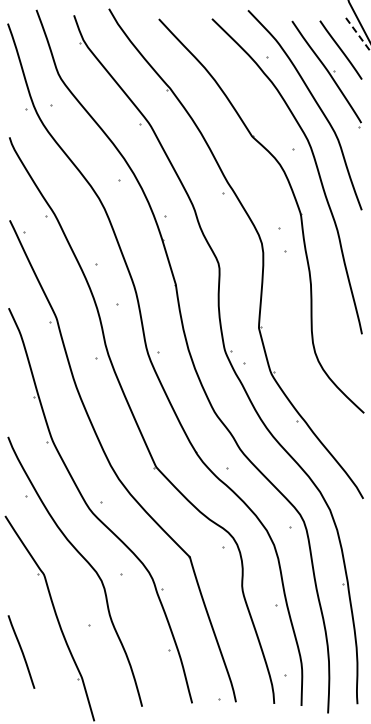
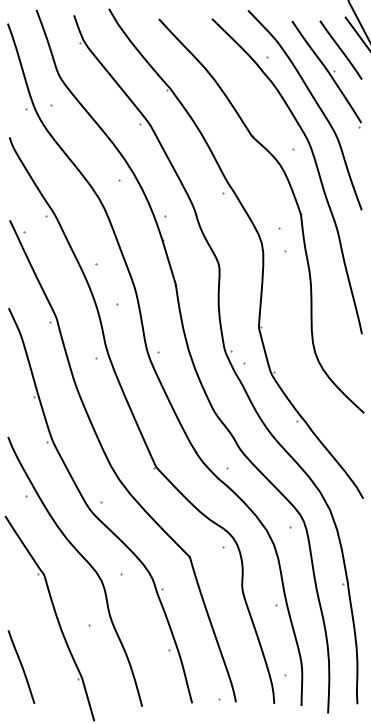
line at (358, 34): dashed -> solid
curve at (21, 651) position: (21, 651) -> (21, 666)
